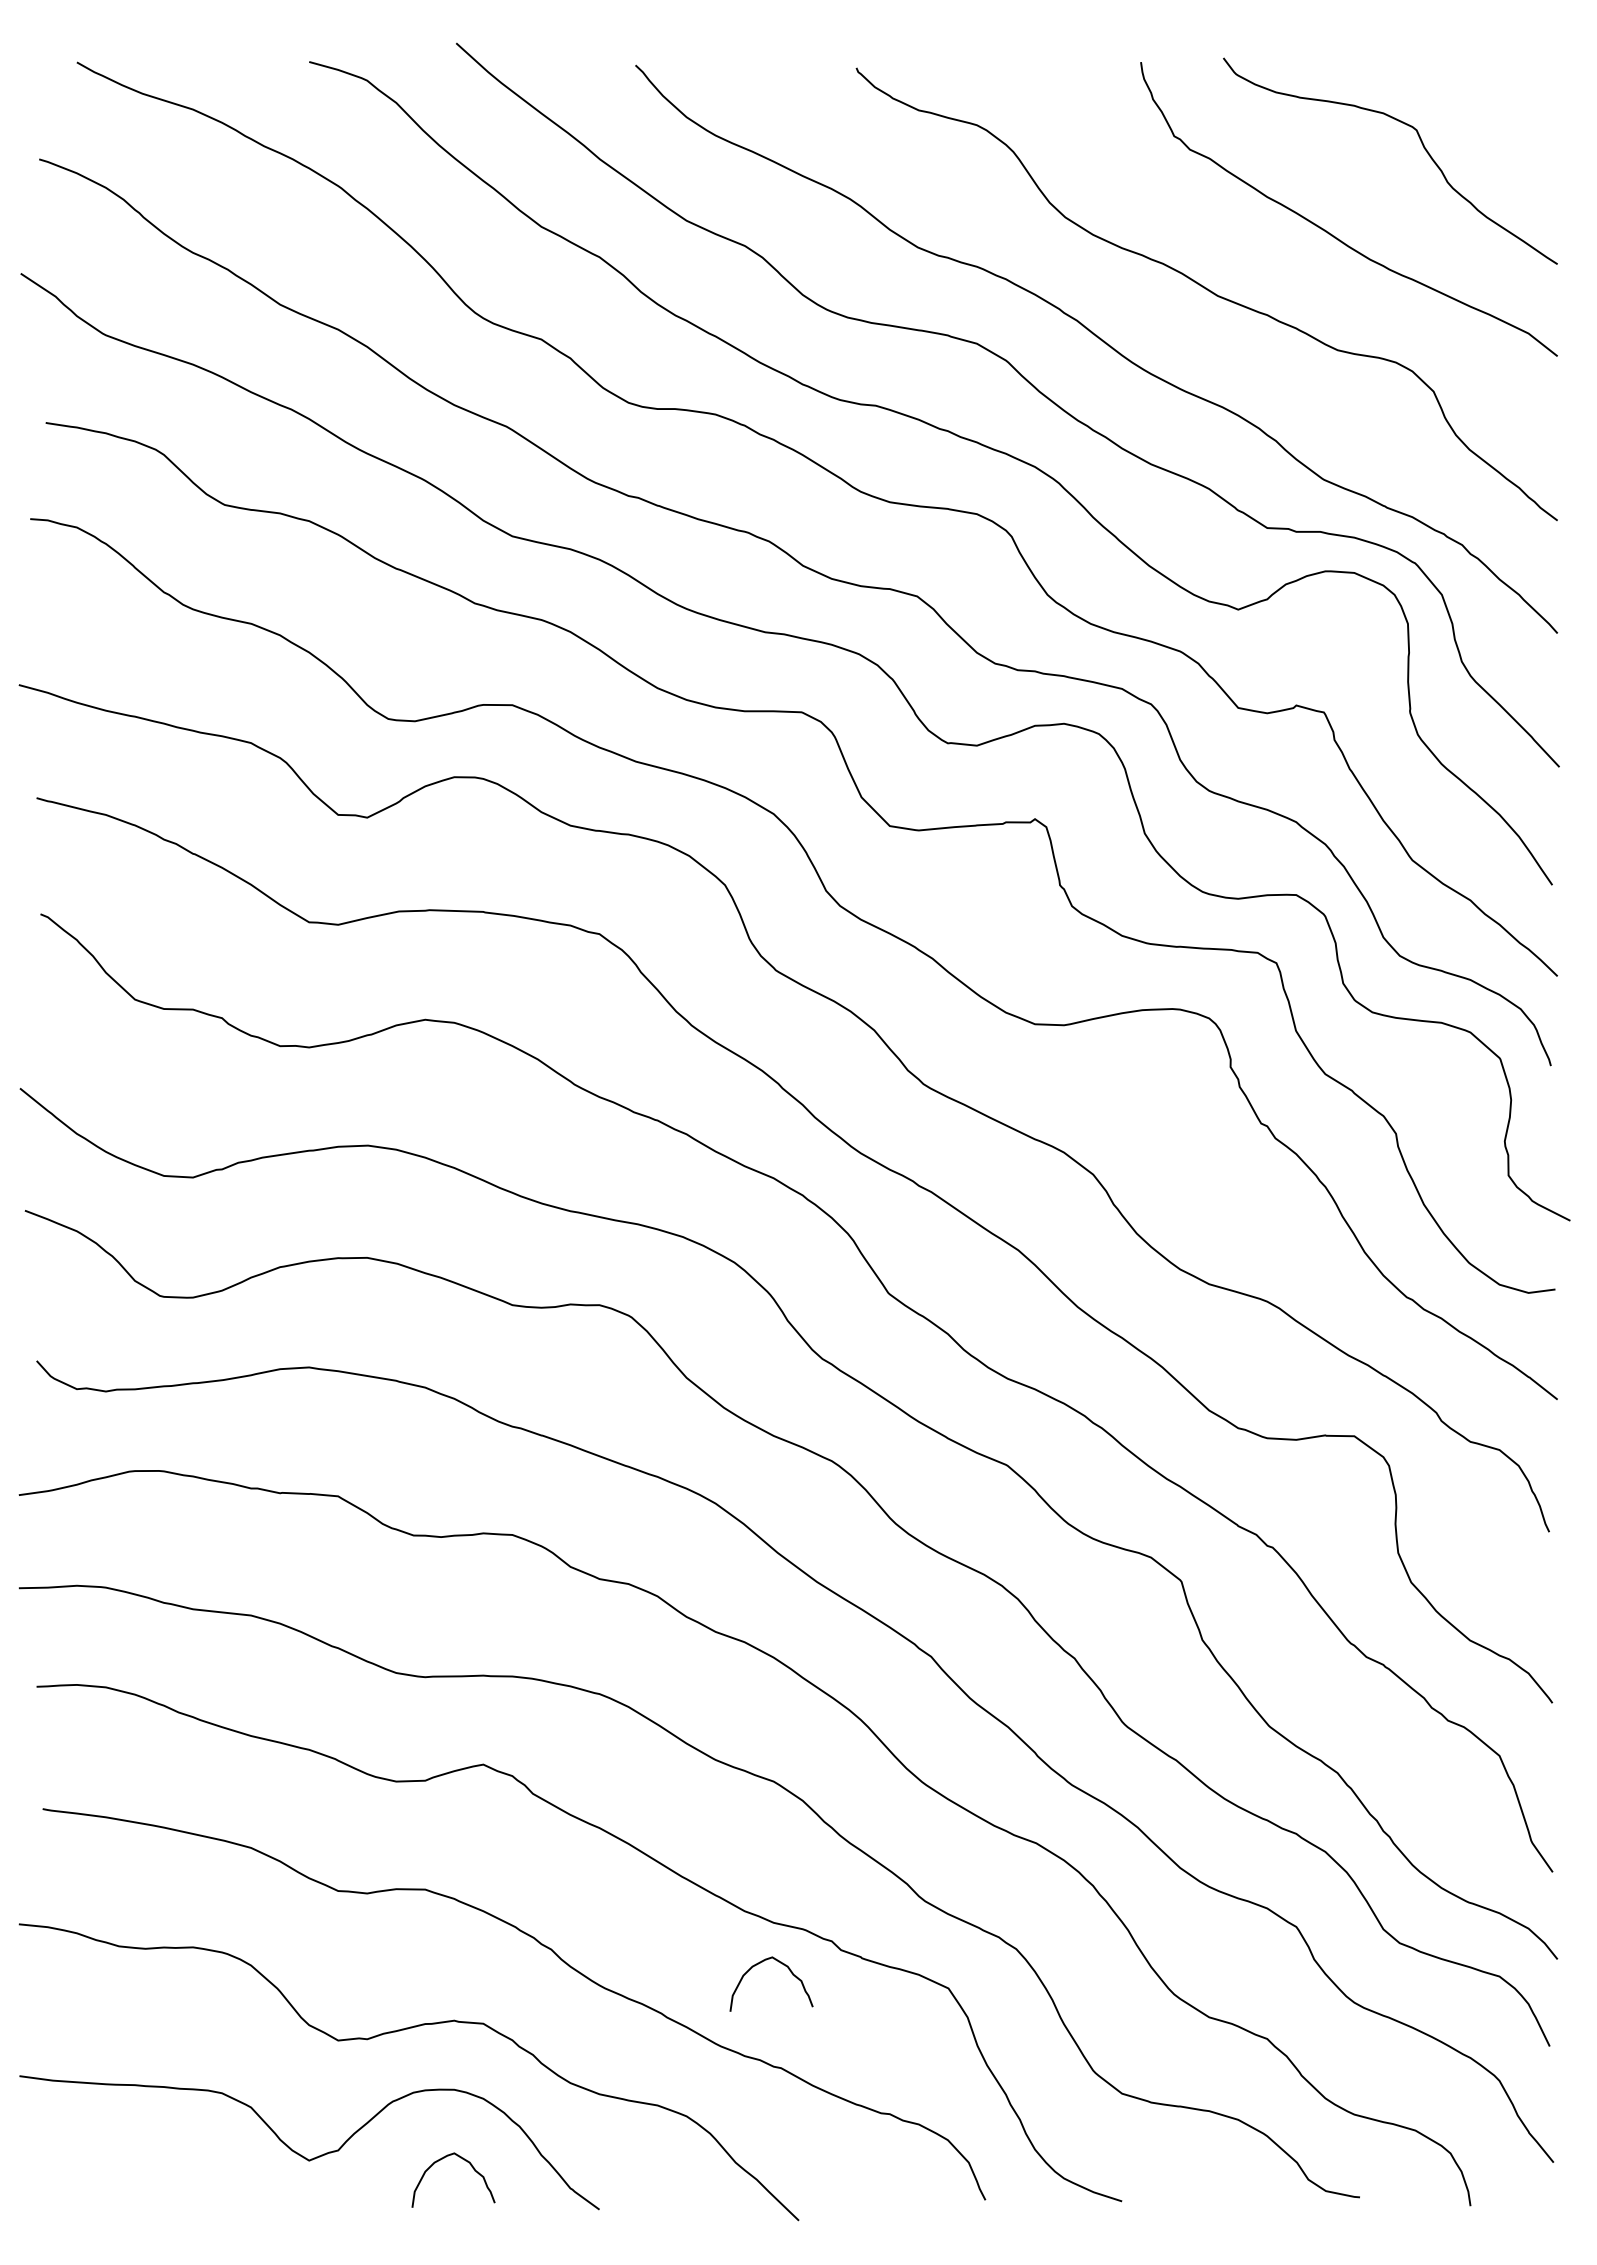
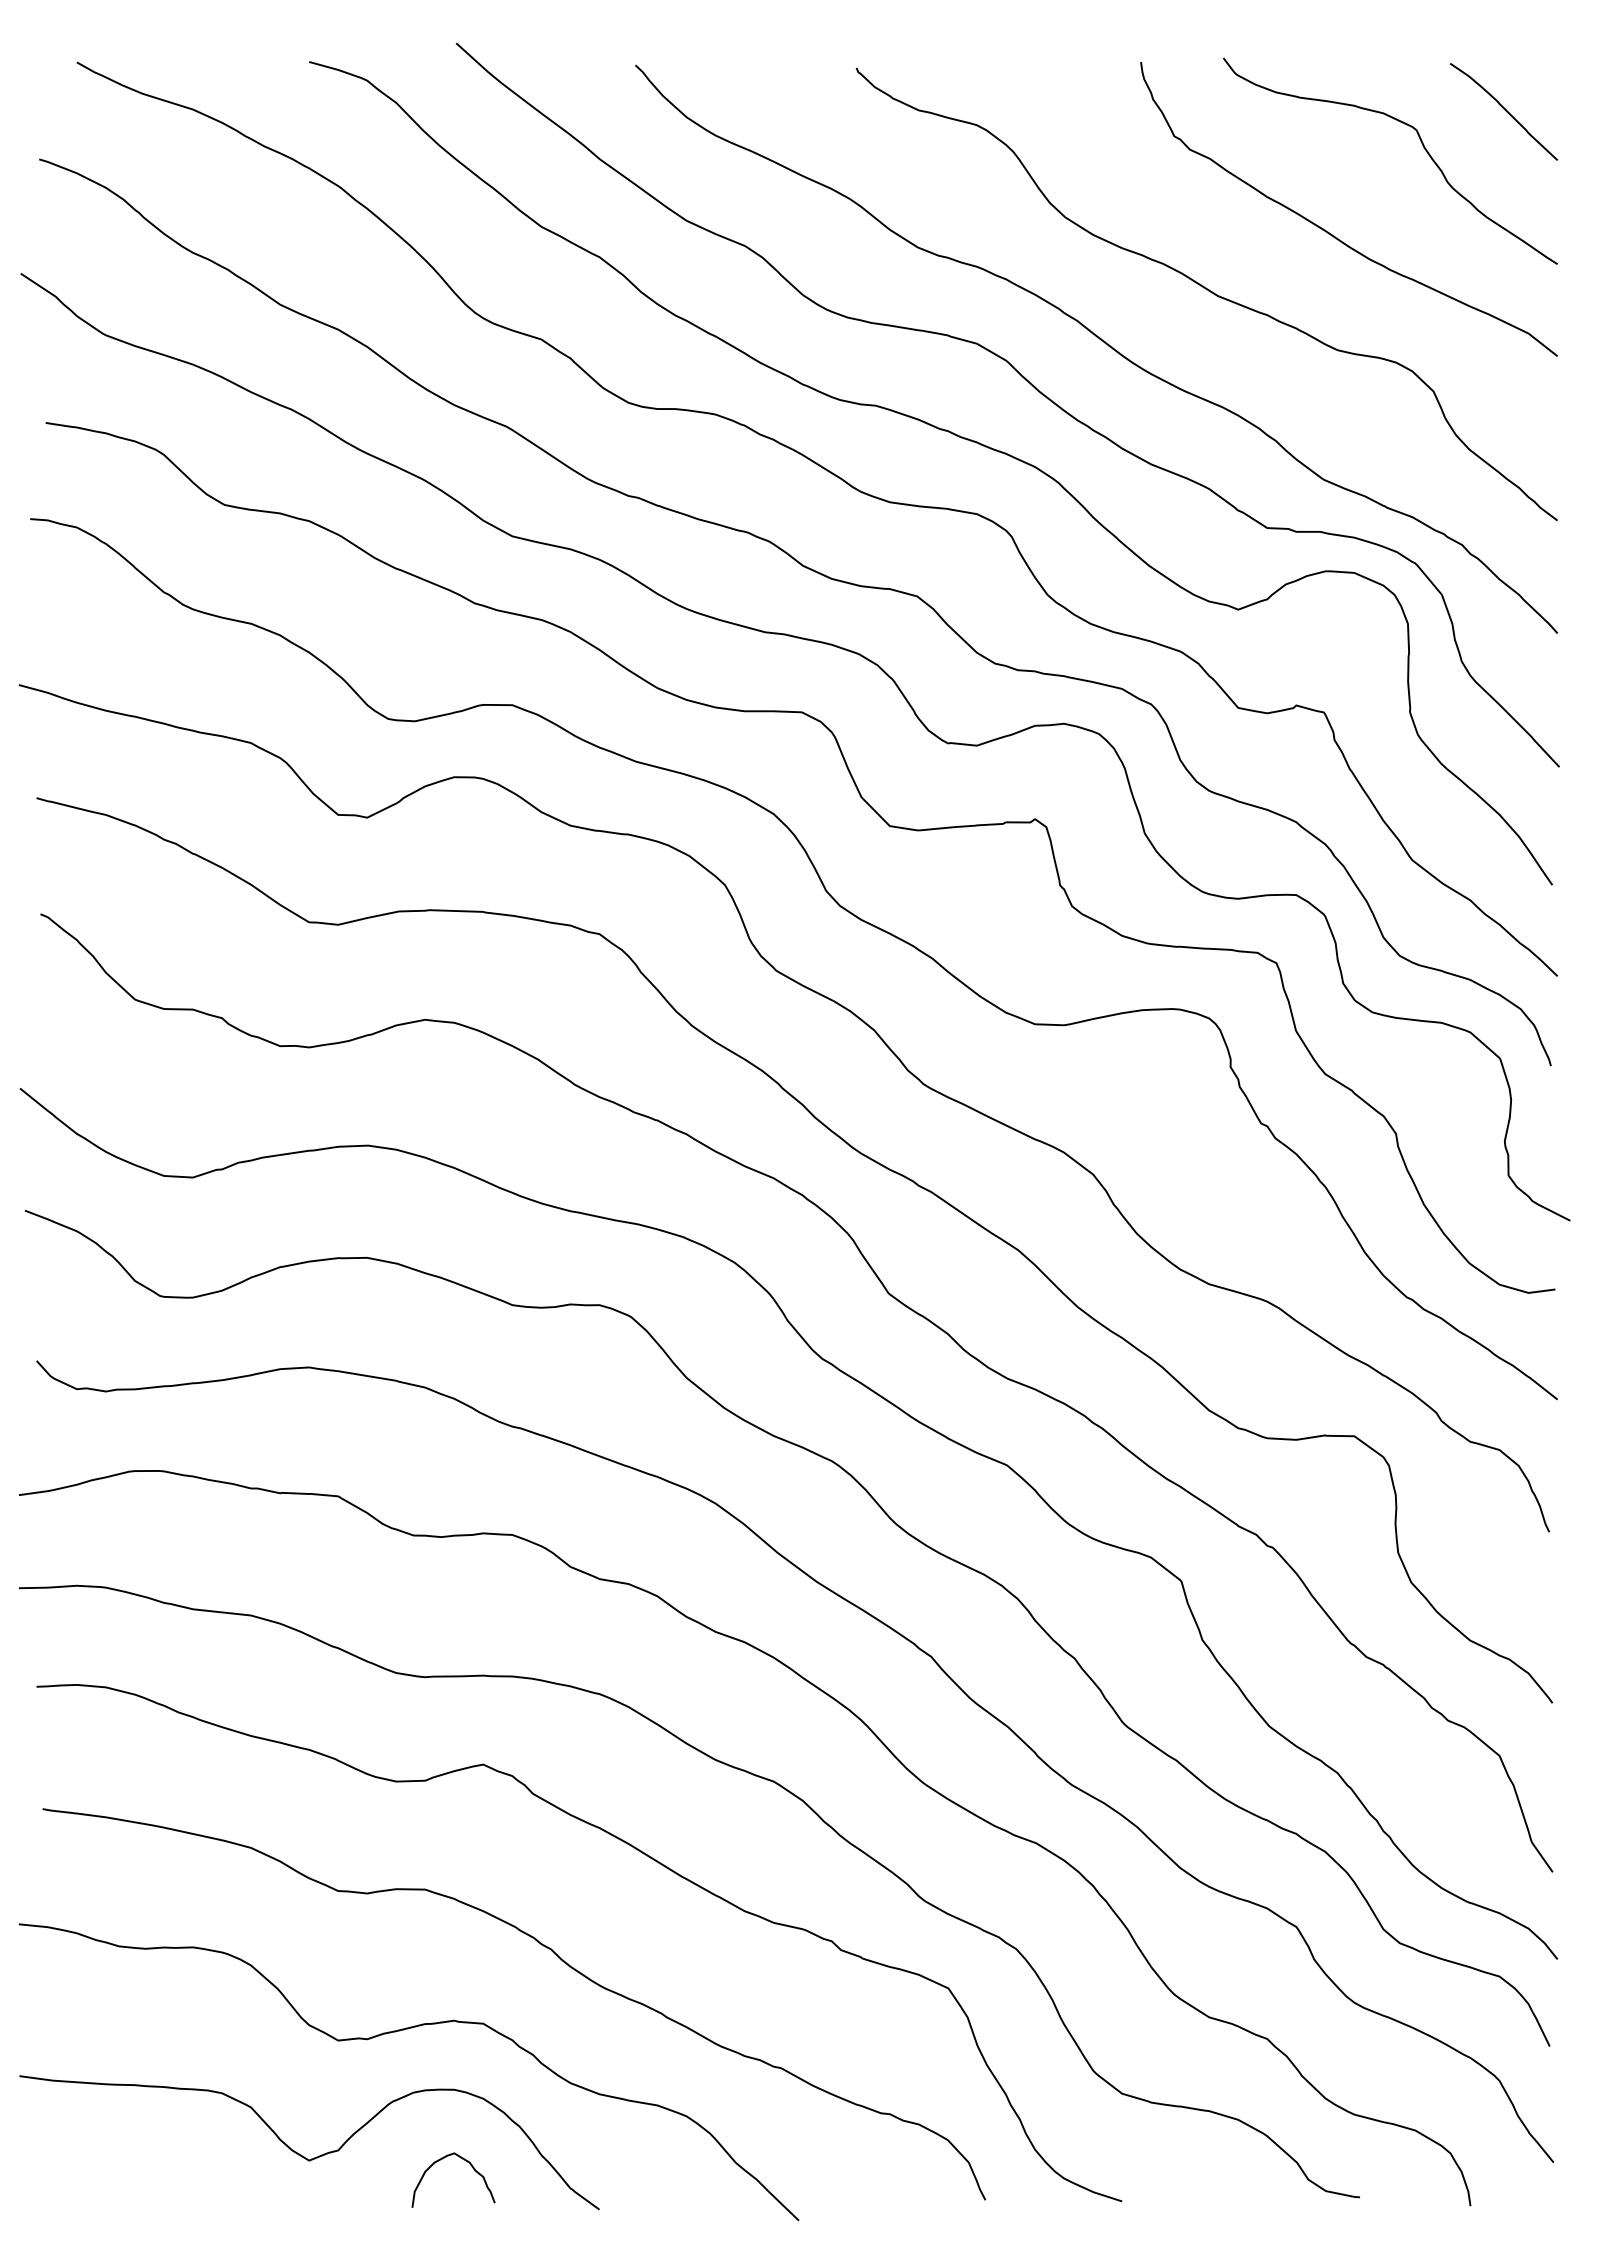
curve at (1504, 110): none -> present
curve at (783, 1965): present -> none
